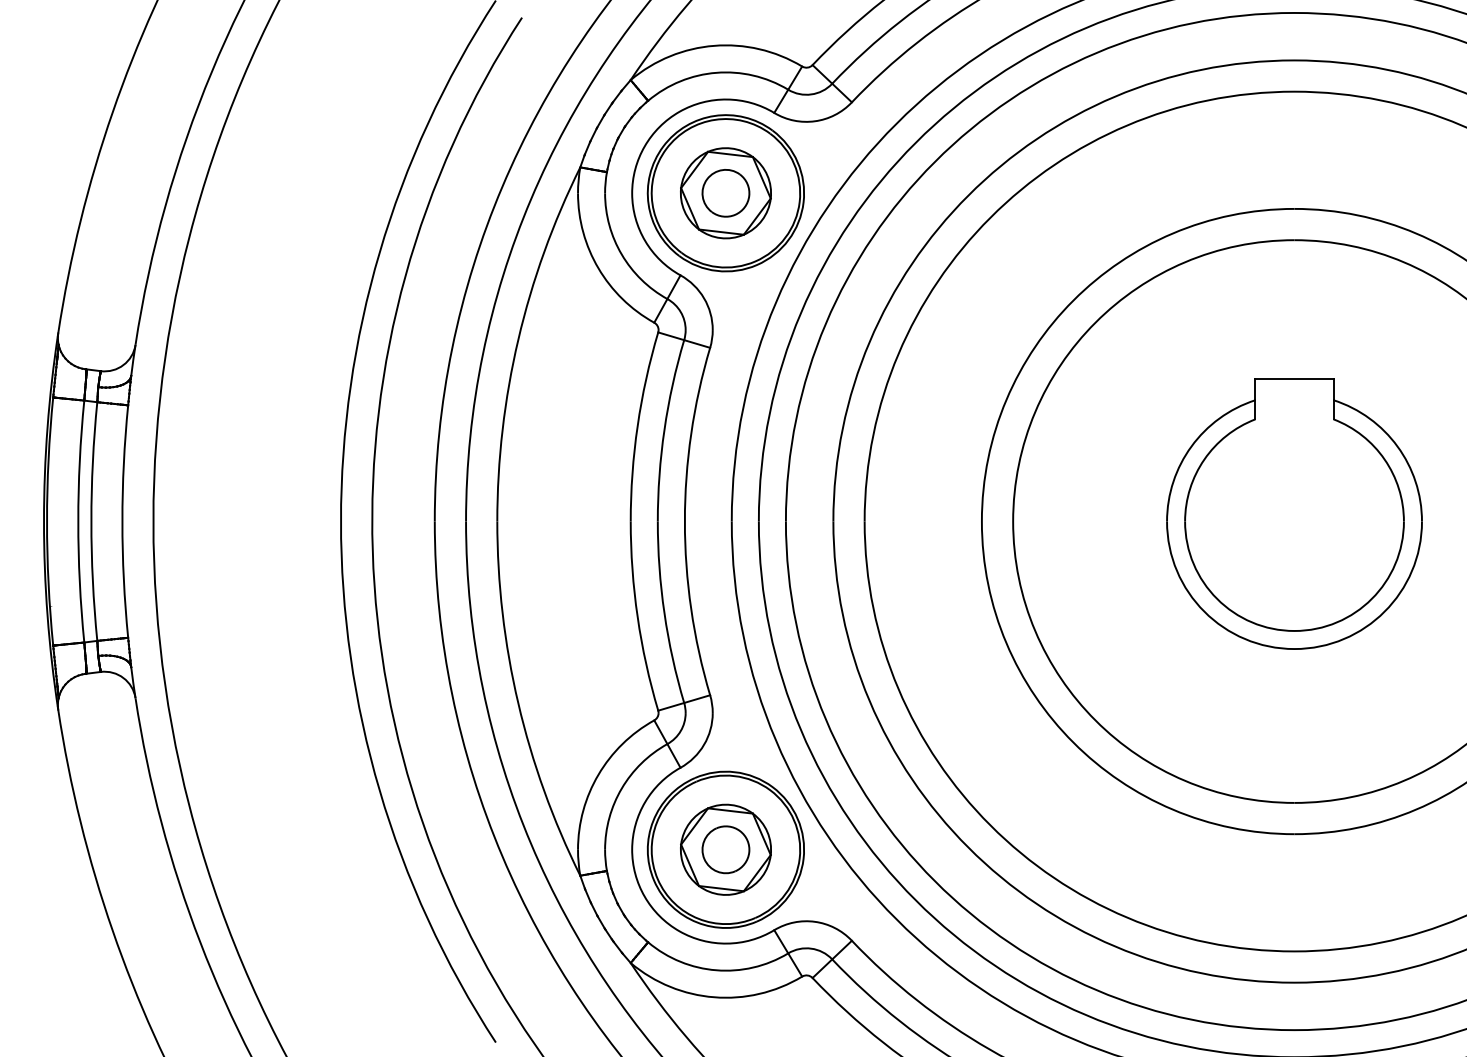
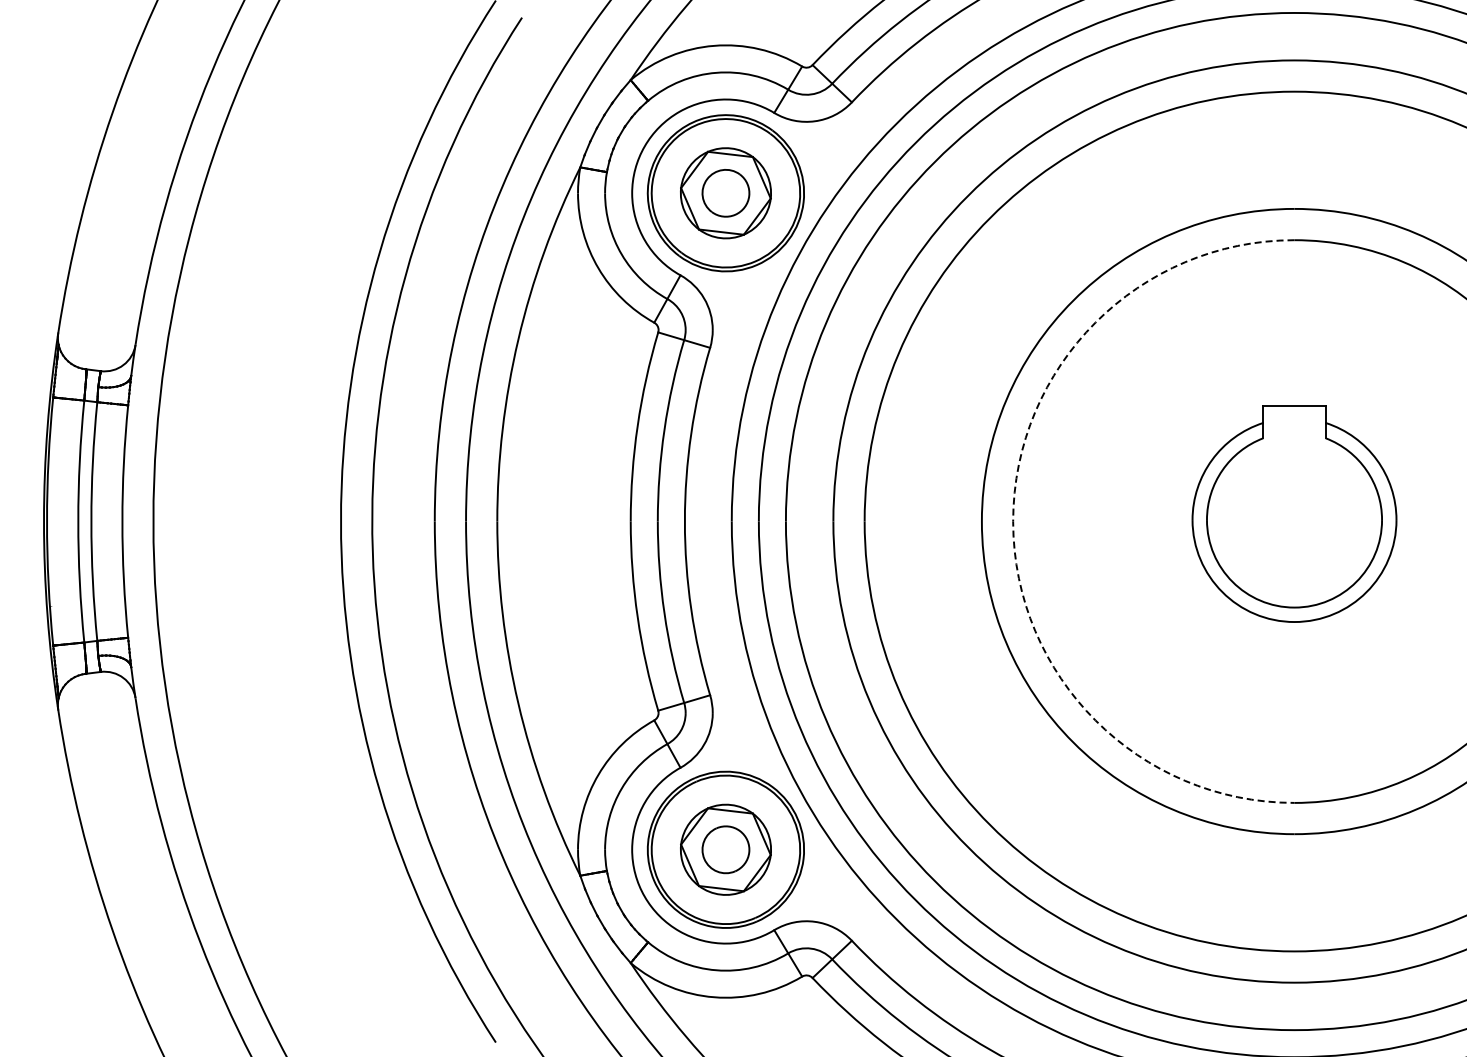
part at (1294, 513) size: 257x272 px -> 207x218 px
arc at (1013, 521): solid -> dashed
